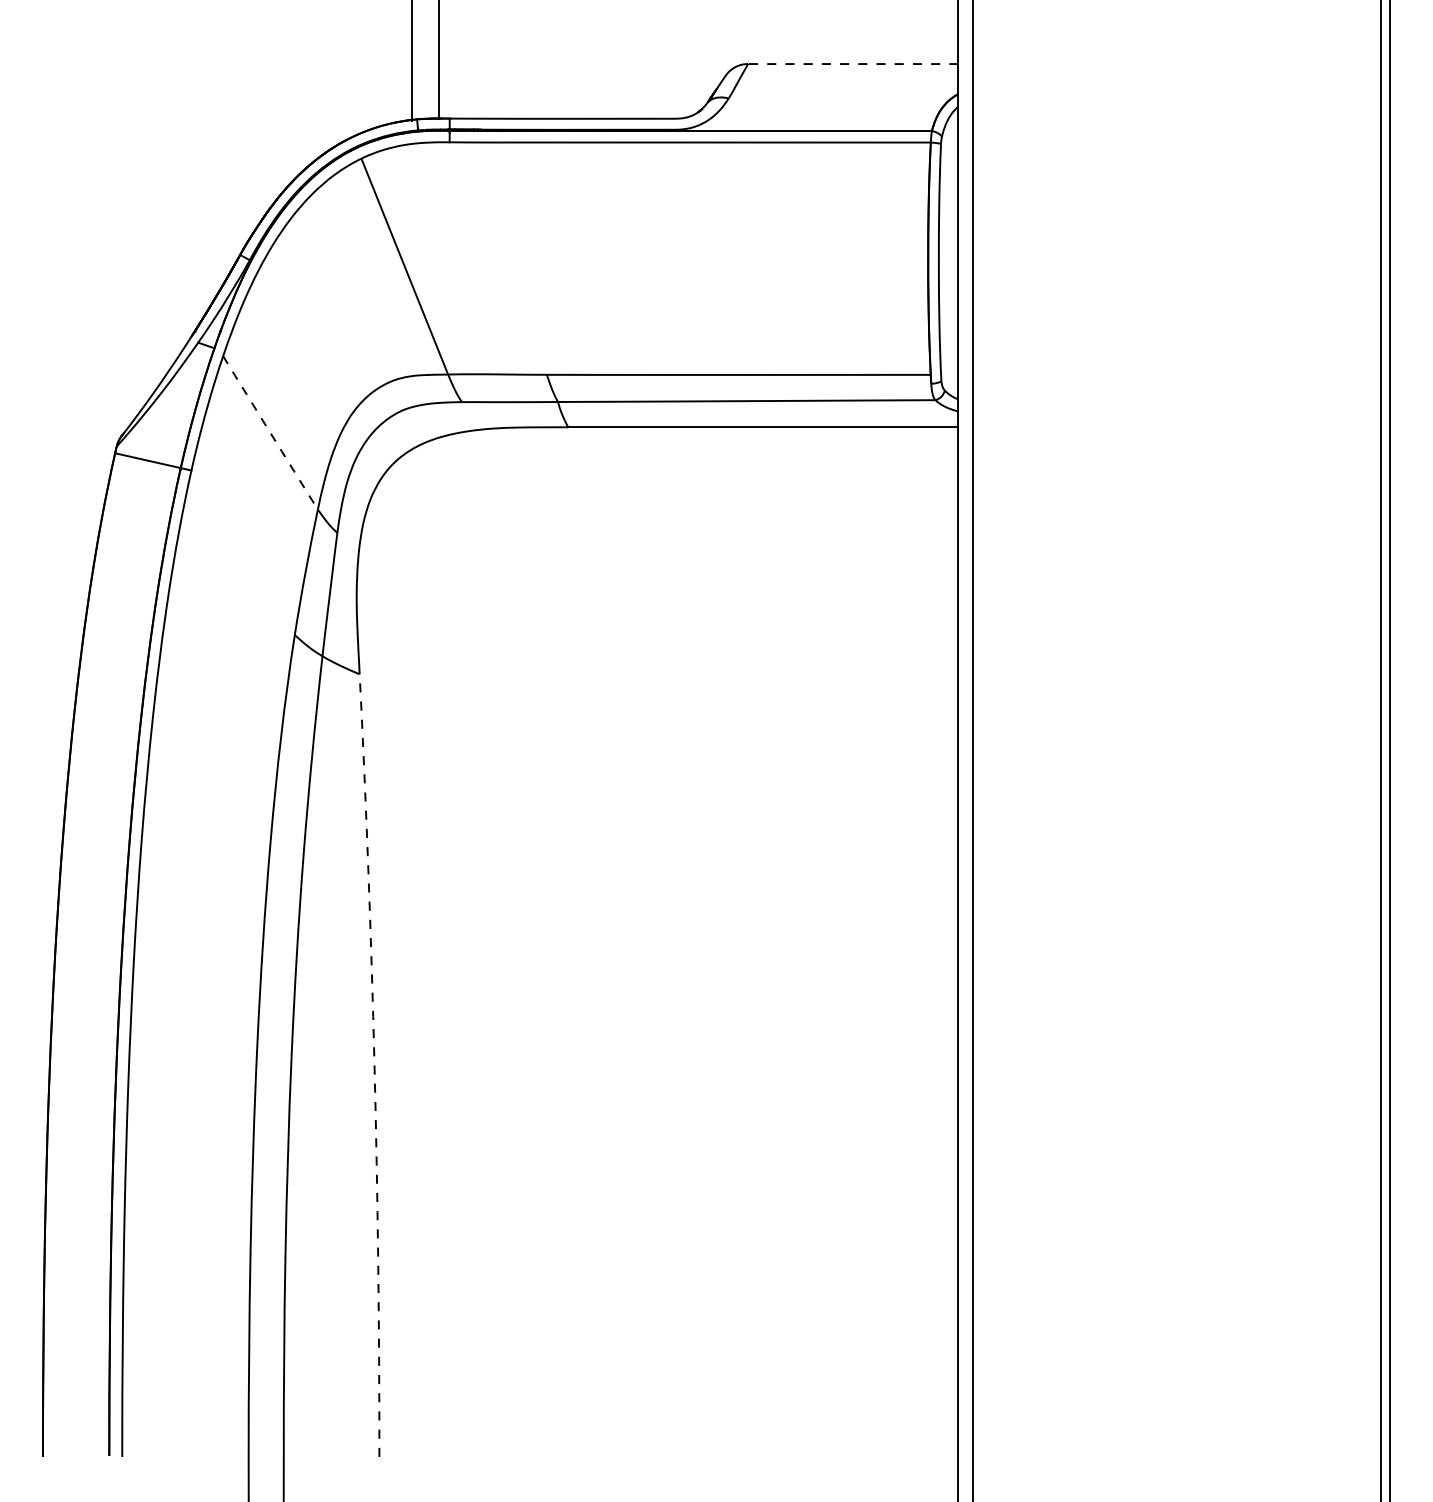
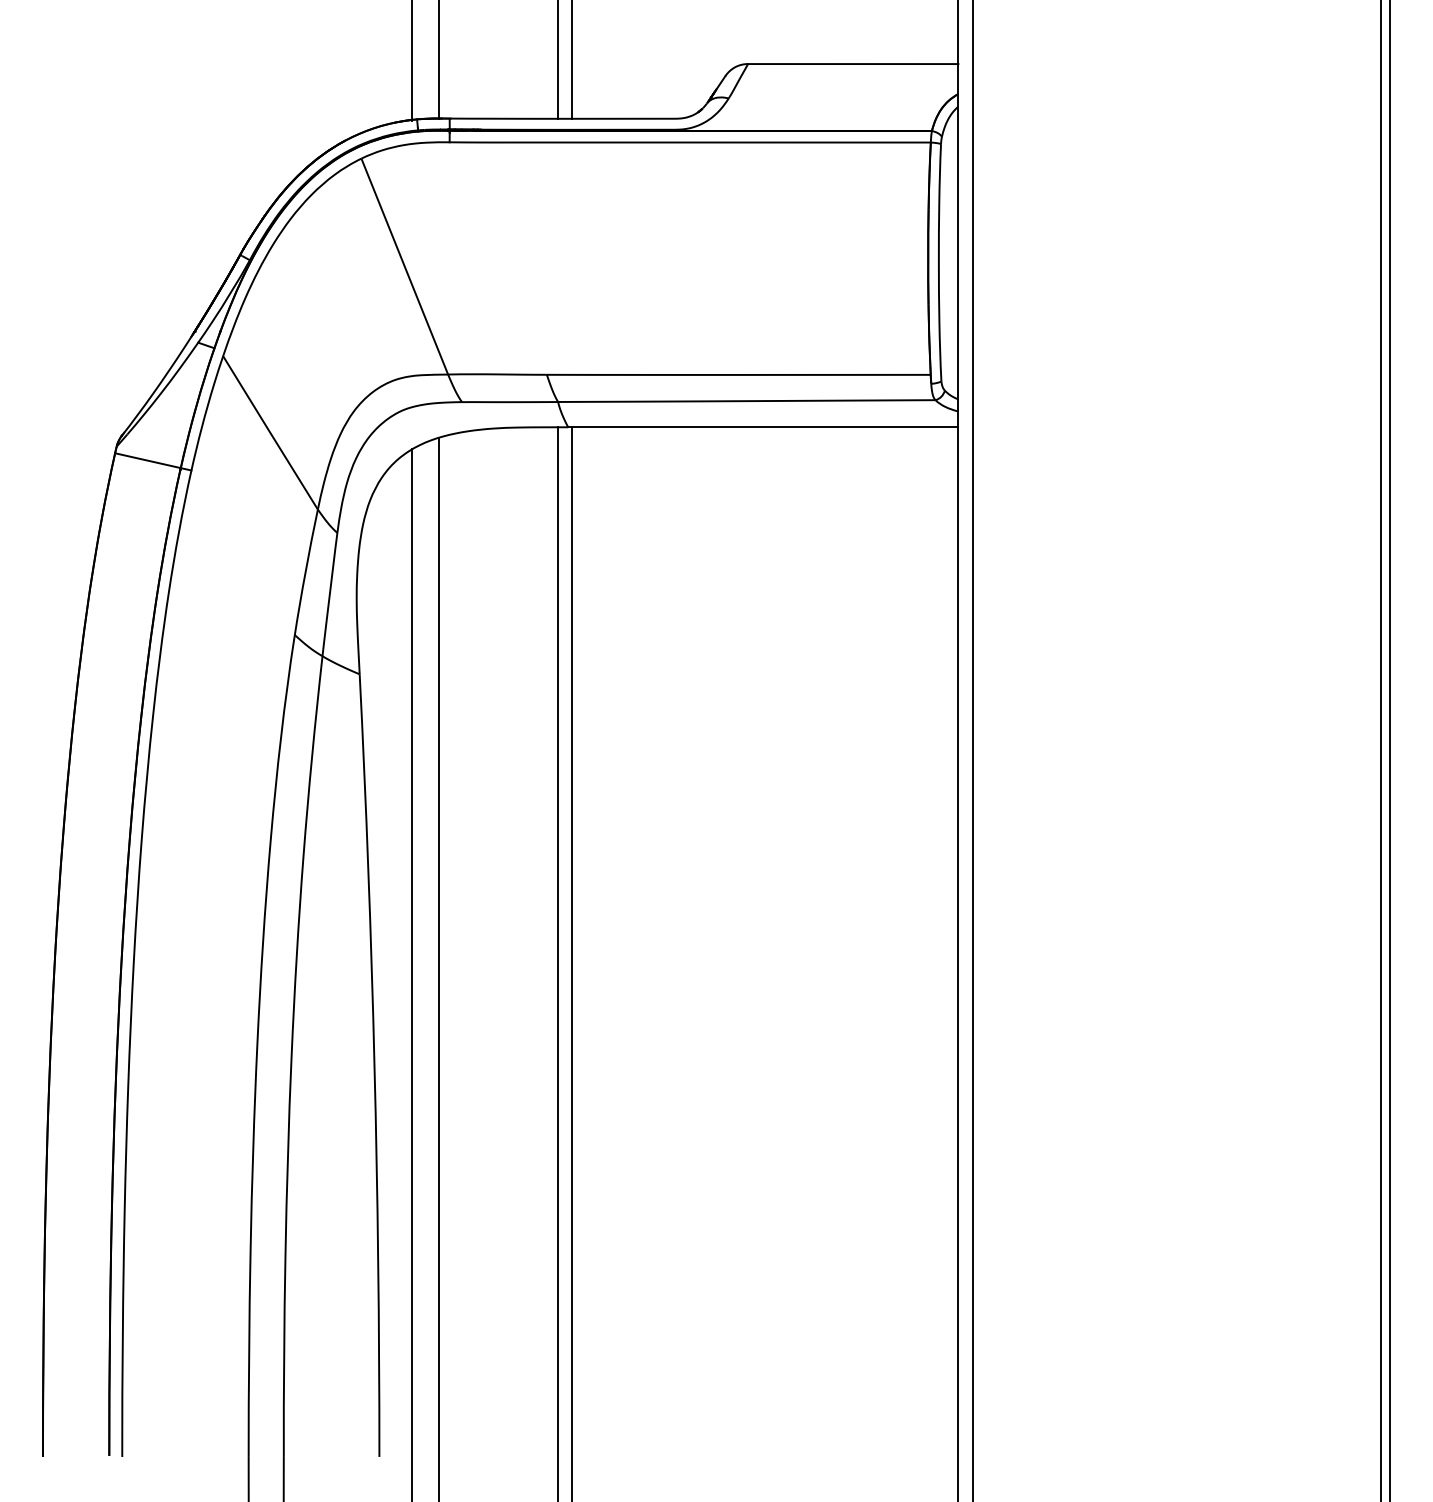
line at (557, 60): none -> present
line at (571, 60): none -> present
line at (852, 64): dashed -> solid
arc at (270, 432): dashed -> solid
line at (557, 962): none -> present
line at (571, 962): none -> present
line at (439, 967): none -> present
line at (412, 973): none -> present
arc at (374, 1065): dashed -> solid
